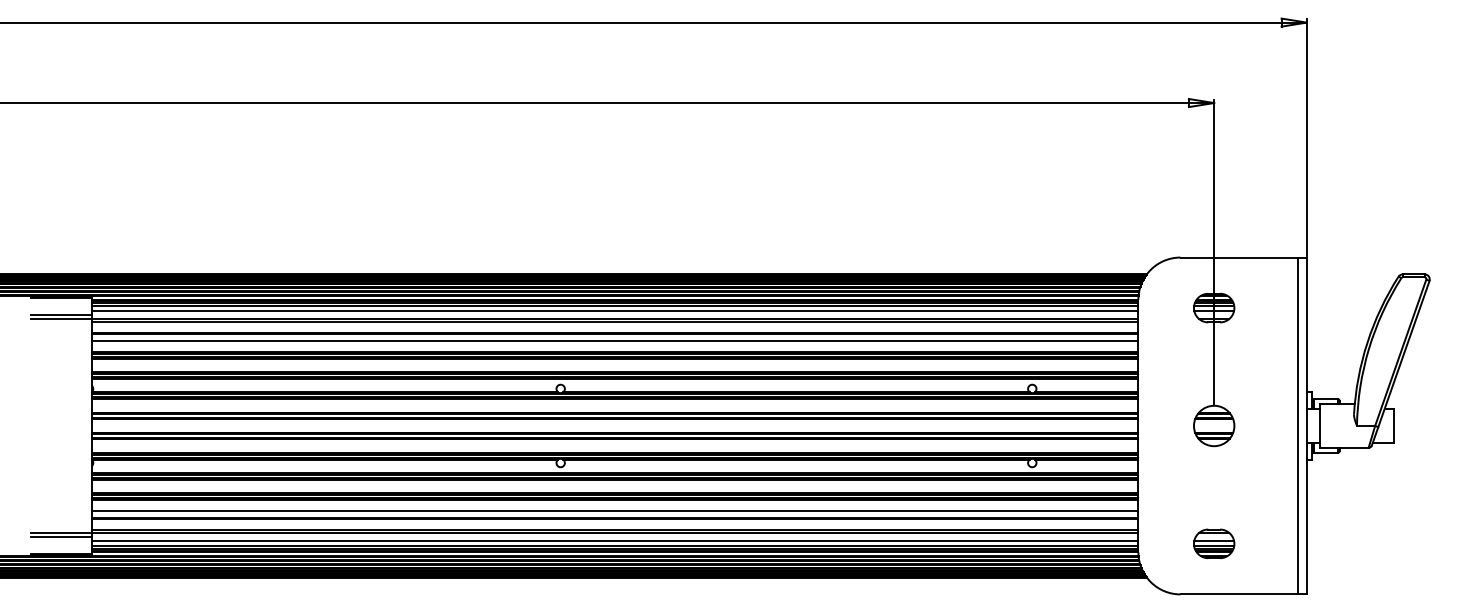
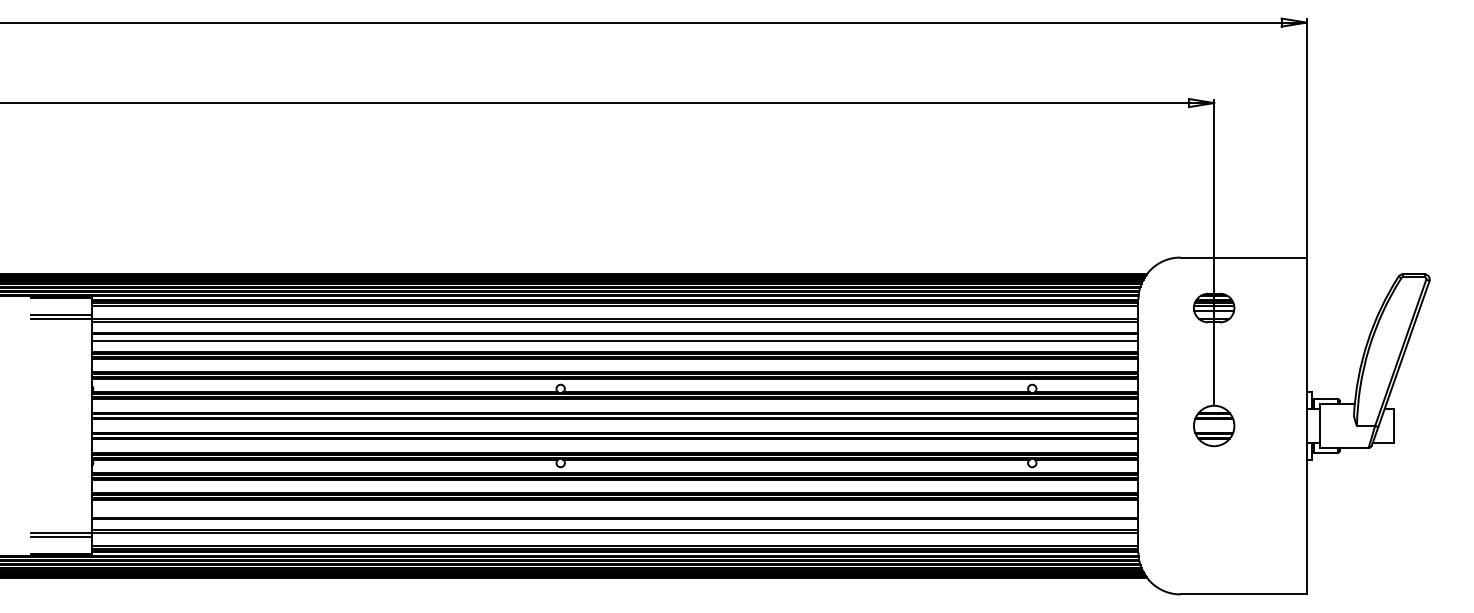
line at (614, 310): present -> none
line at (1298, 425): present -> none
line at (614, 511): present -> none
line at (614, 541): present -> none
part at (1214, 543): present -> none
